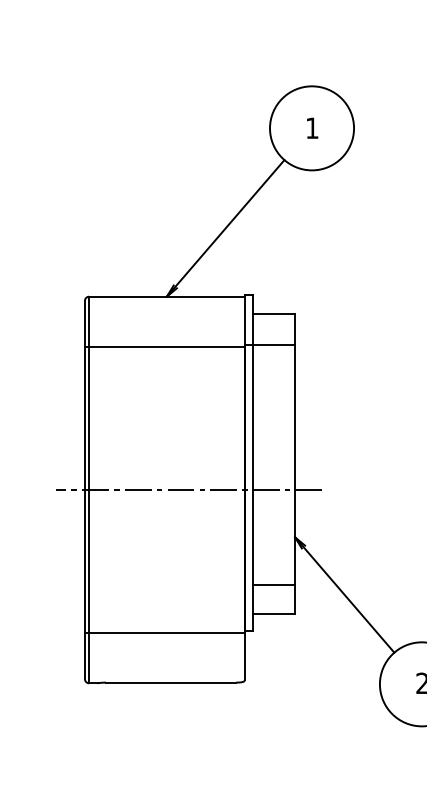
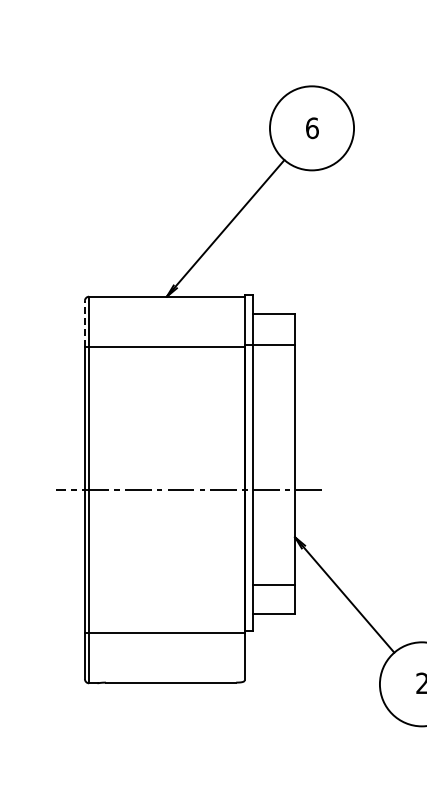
text at (312, 128): 1 -> 6
line at (84, 323): solid -> dashed
